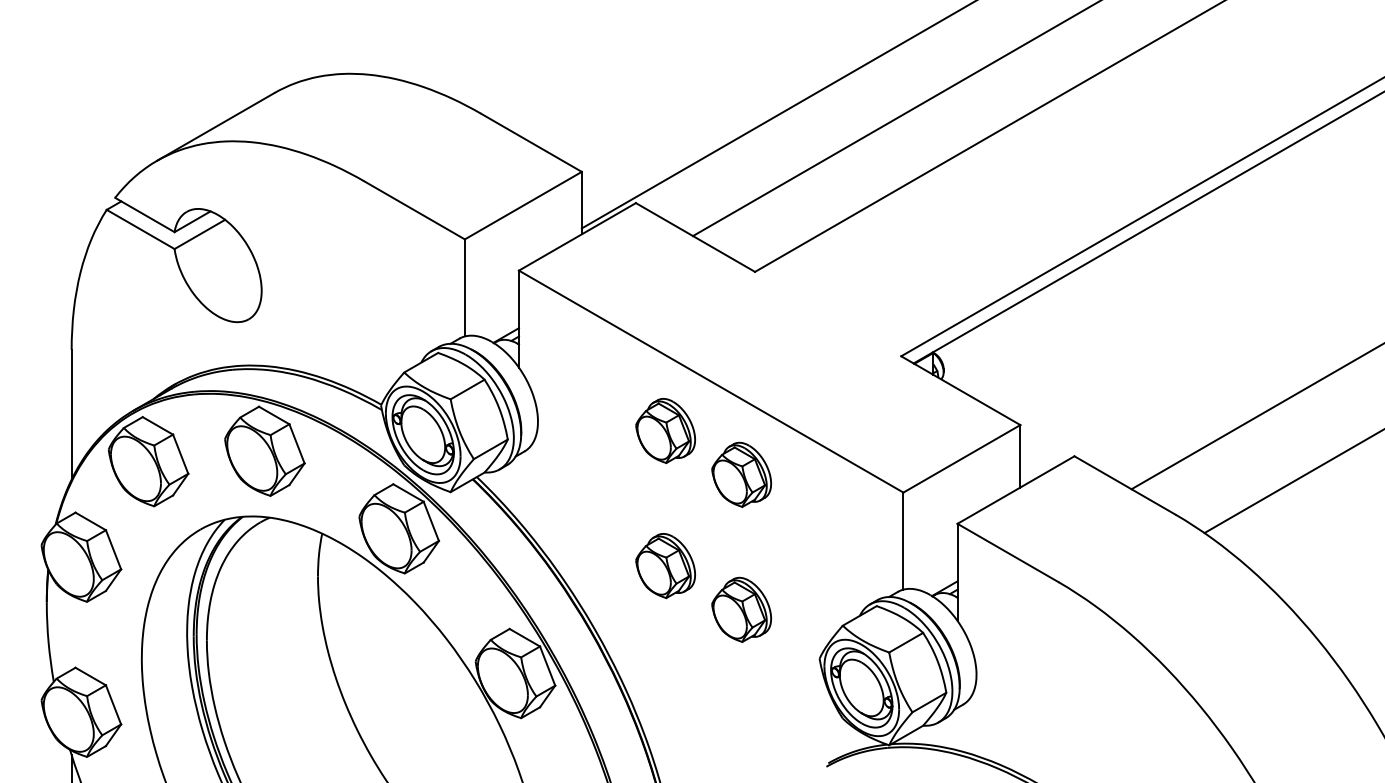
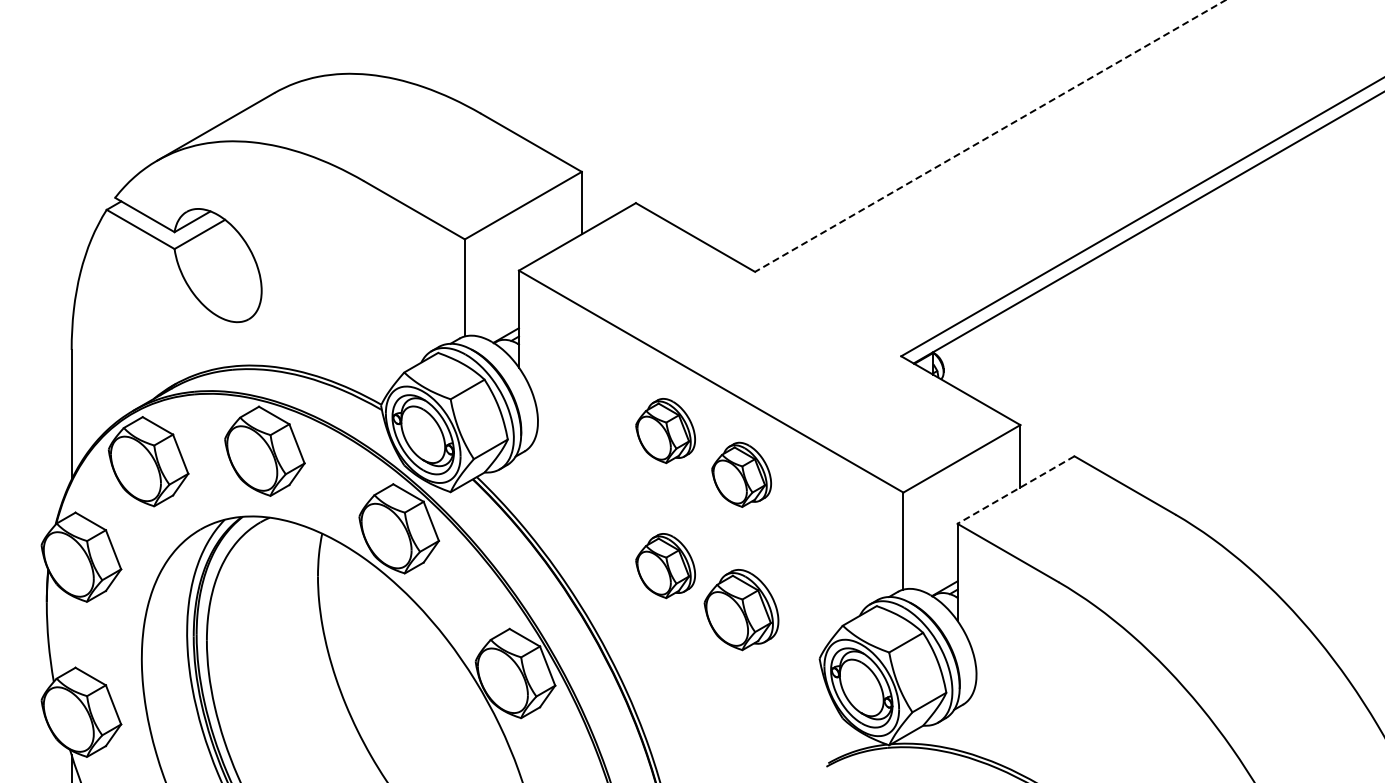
line at (777, 115): present -> none
line at (895, 119): present -> none
line at (989, 136): solid -> dashed
line at (1256, 416): present -> none
line at (1292, 482): present -> none
line at (1016, 490): solid -> dashed
part at (741, 609) size: 62x67 px -> 77x83 px
